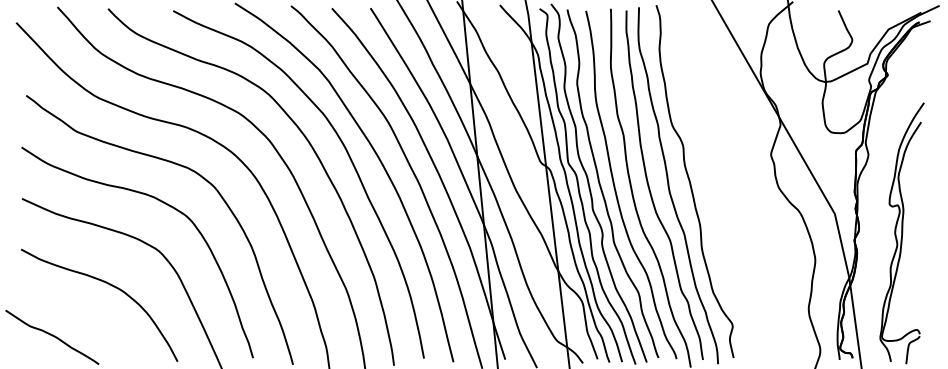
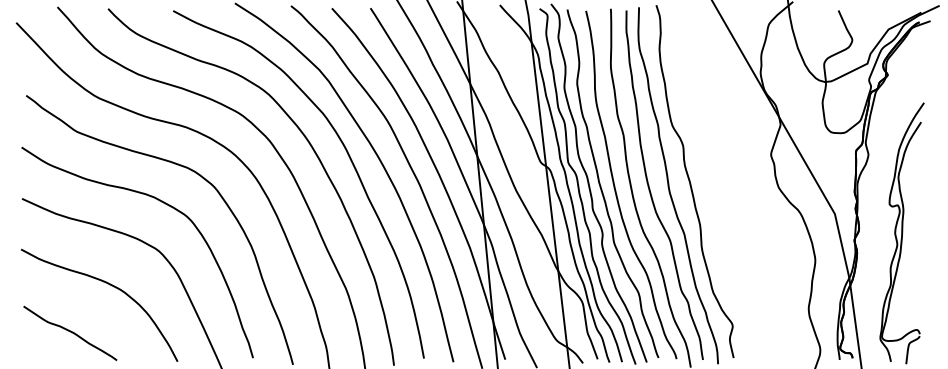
curve at (52, 336) position: (52, 336) -> (70, 332)
